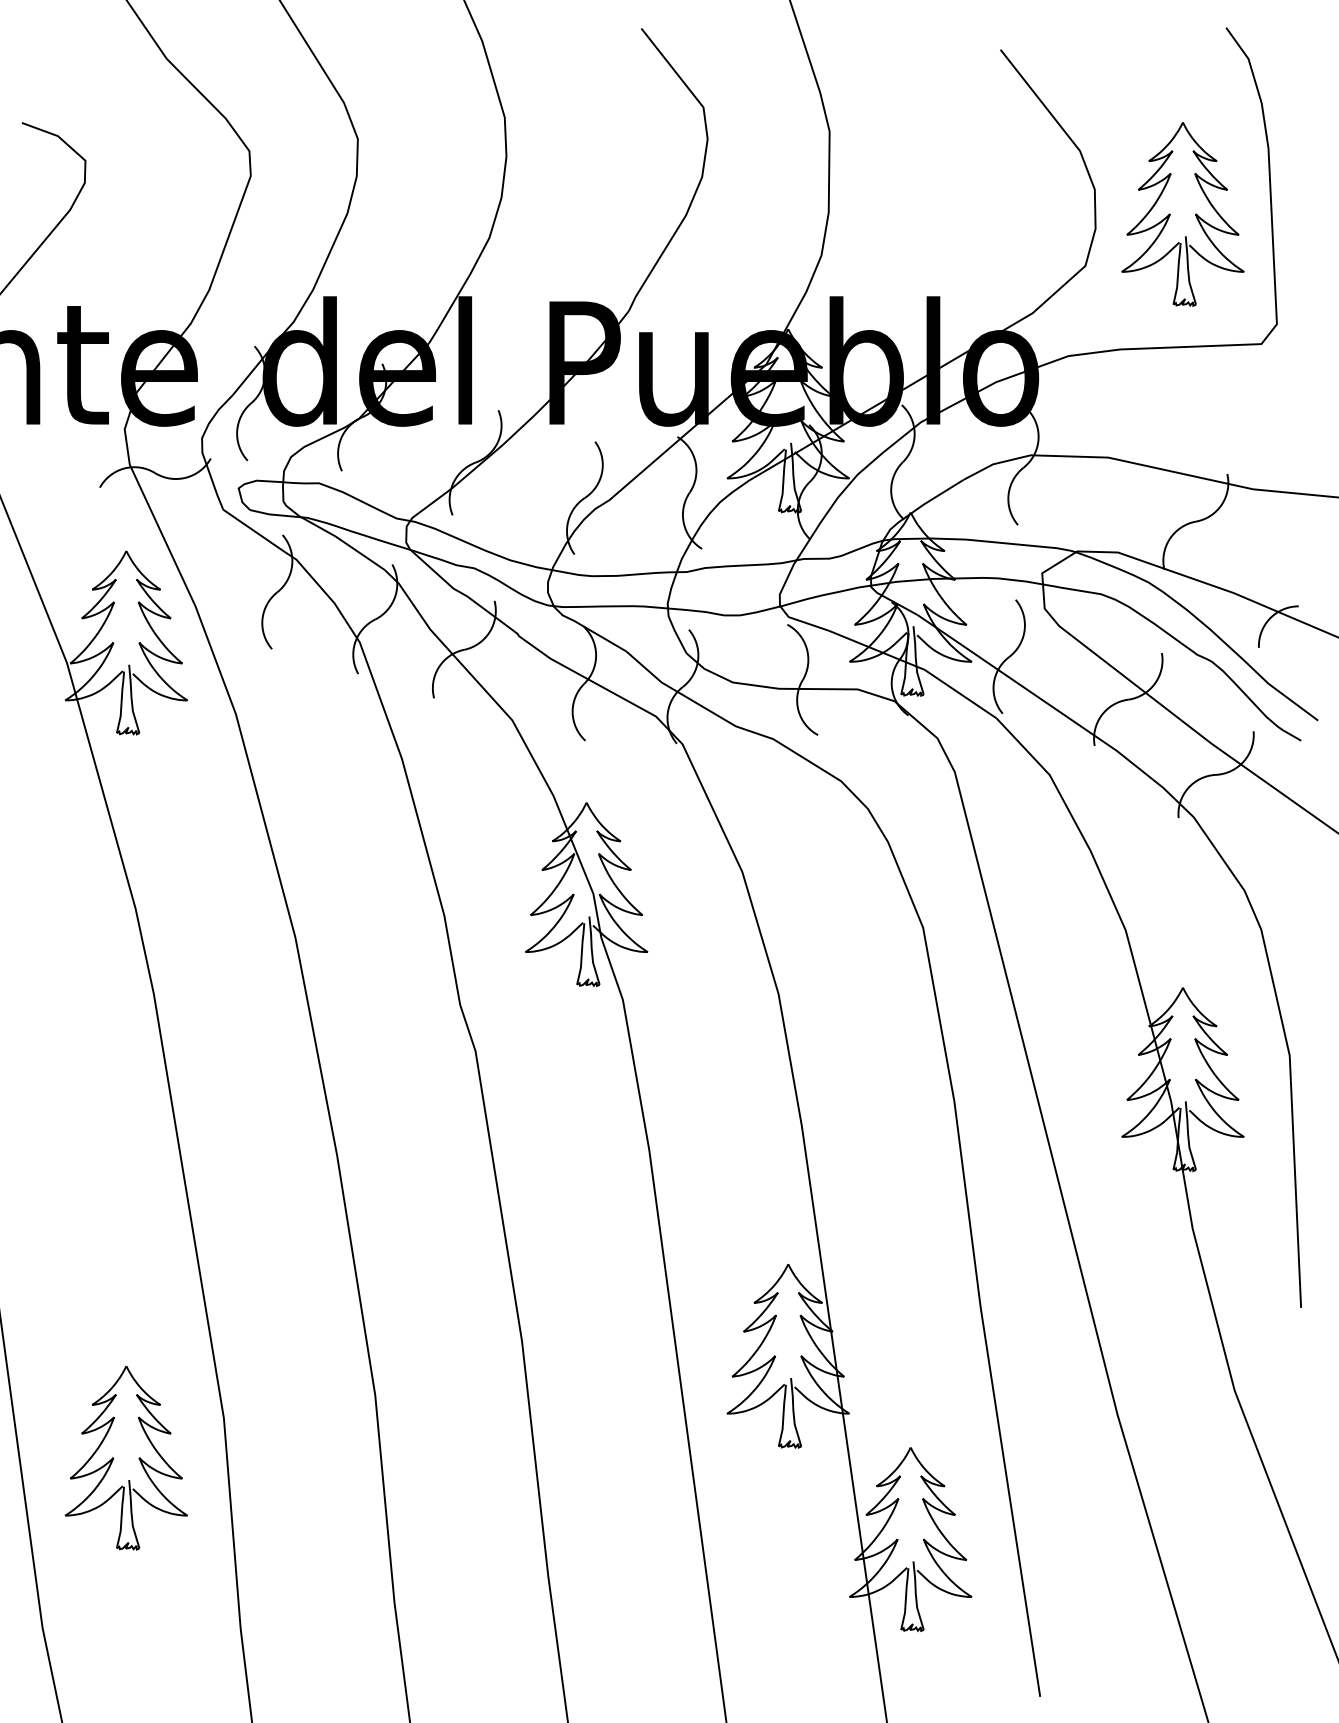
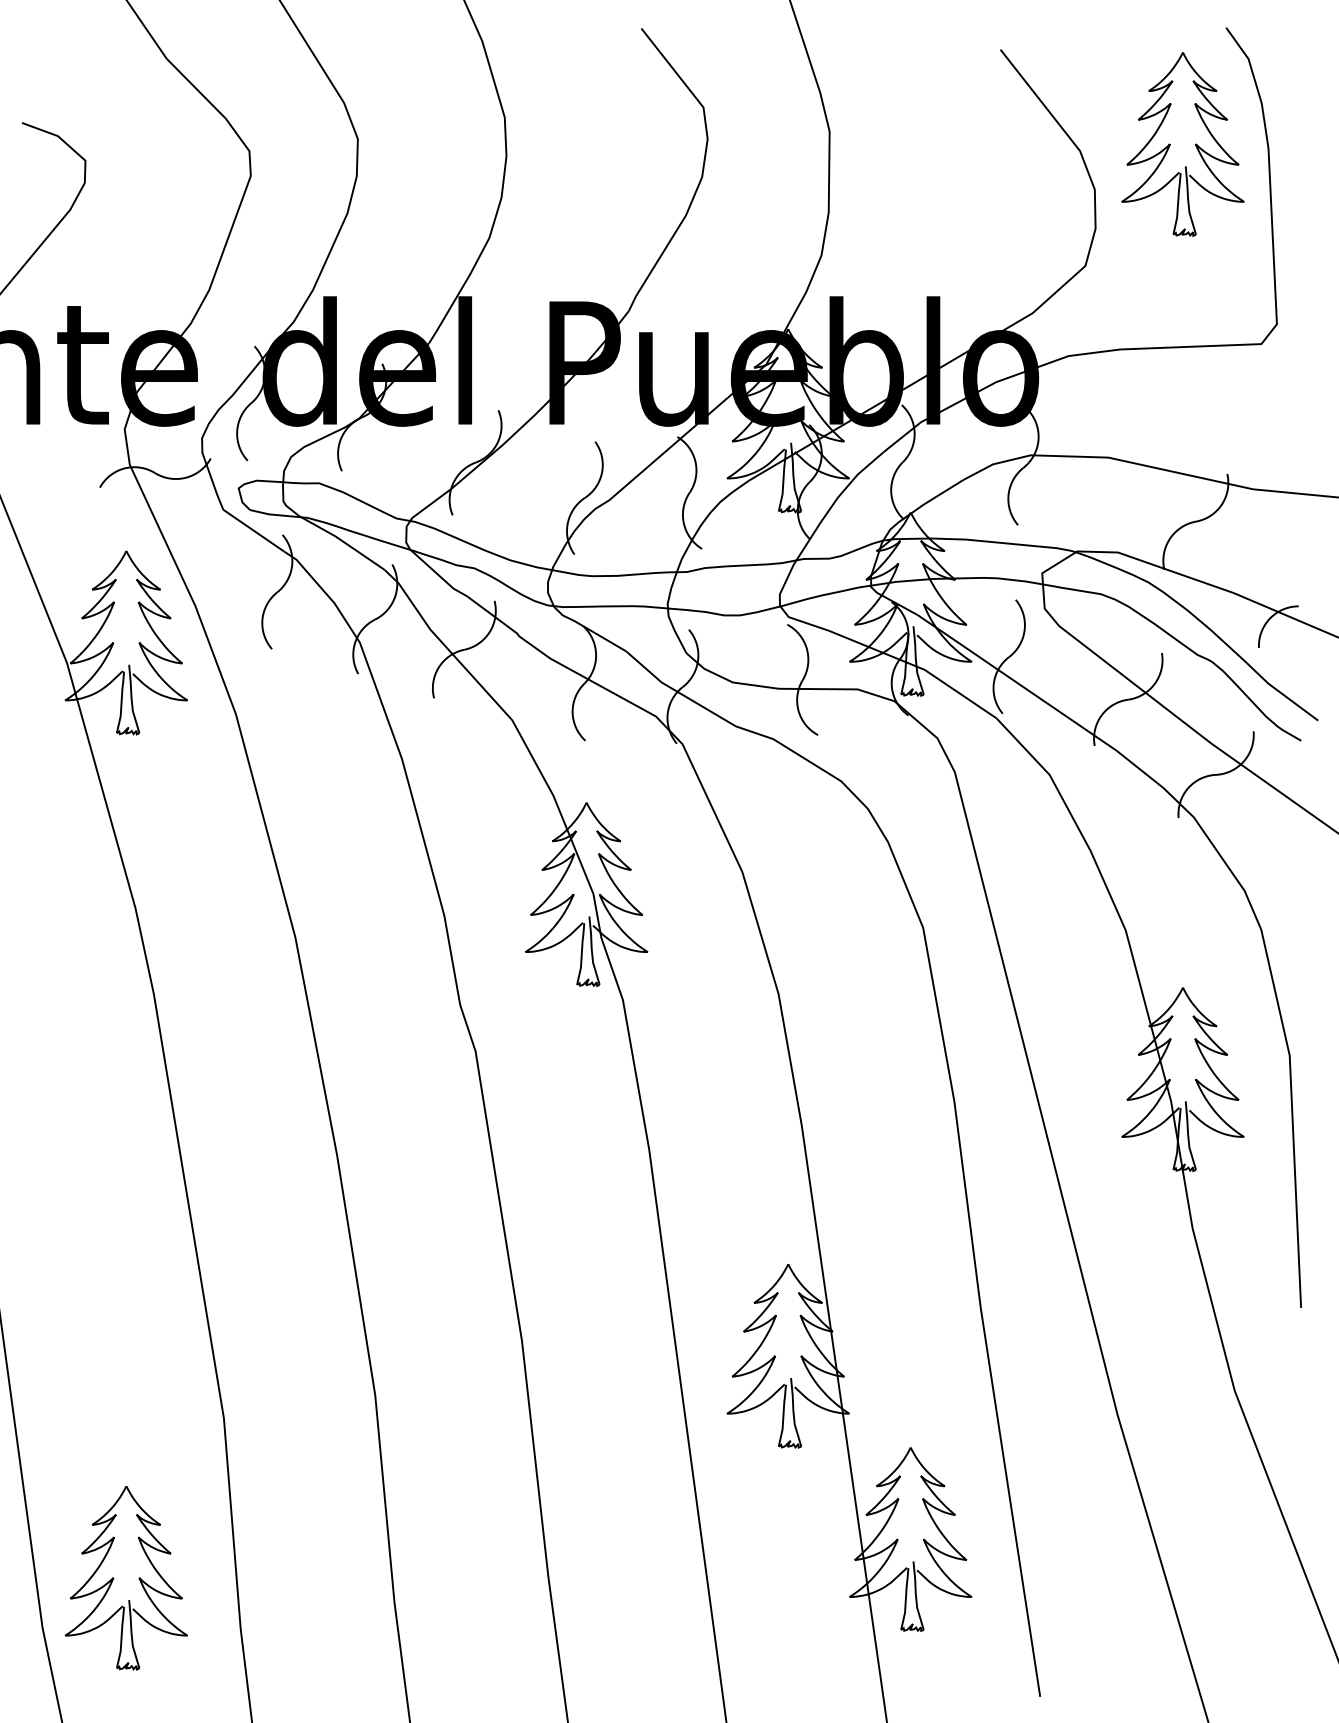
part at (1170, 214) position: (1170, 214) -> (1170, 144)
part at (114, 1458) position: (114, 1458) -> (114, 1578)
